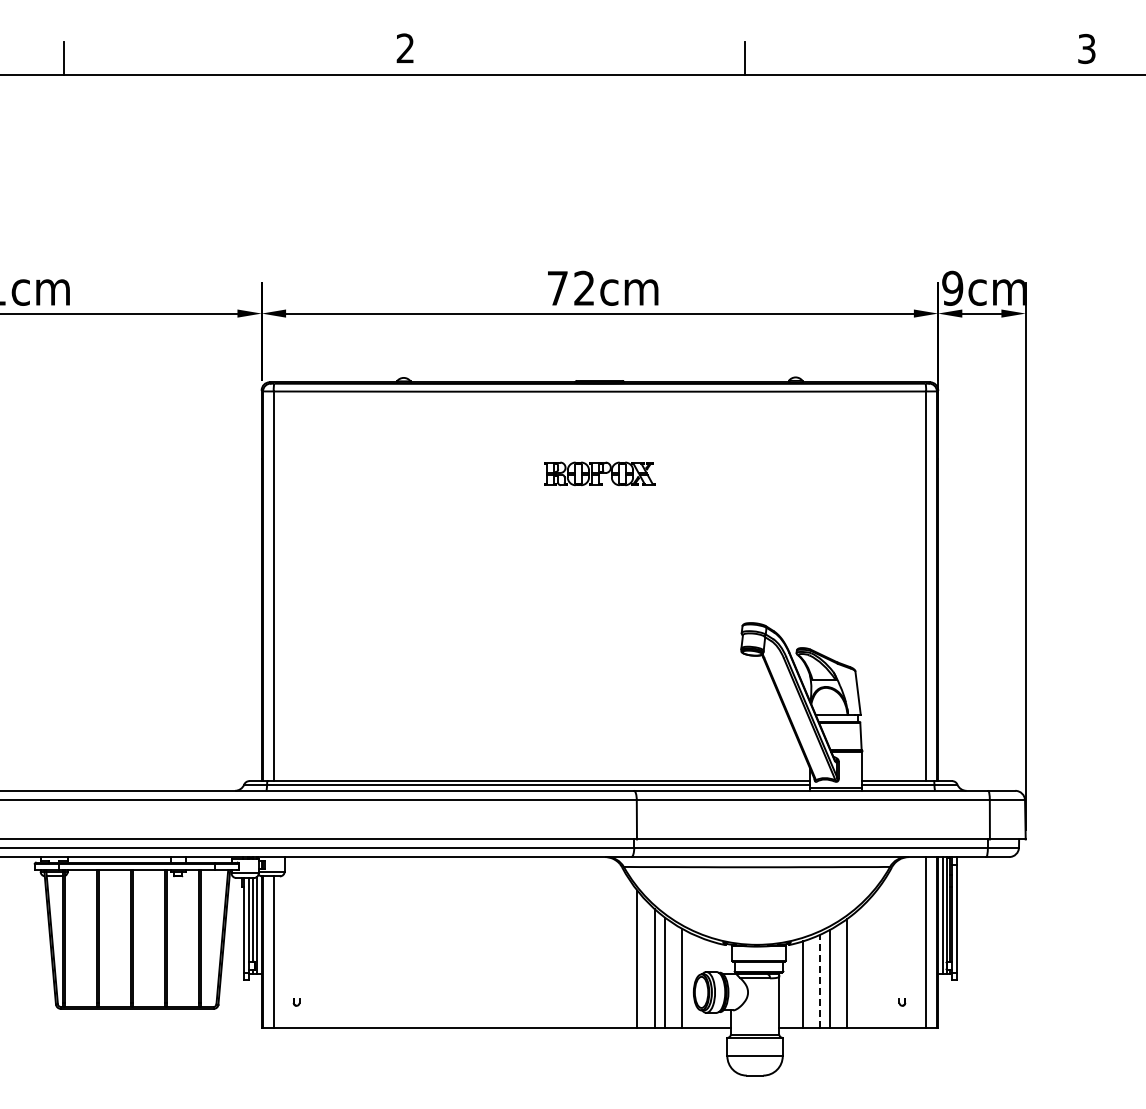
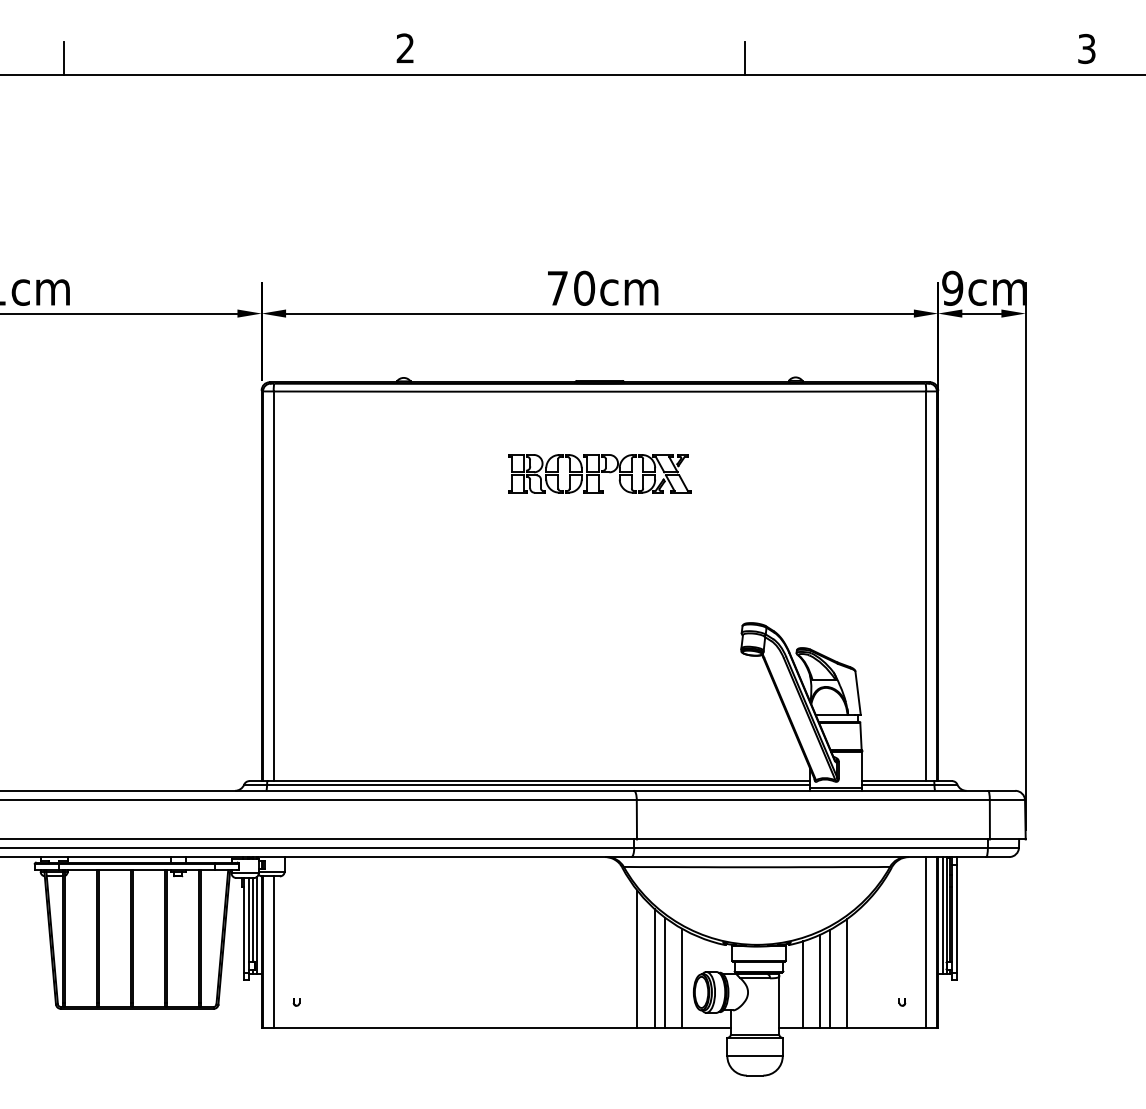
text at (584, 287): 72cm -> 70cm
part at (599, 473) size: 112x26 px -> 184x40 px
line at (819, 981): dashed -> solid
